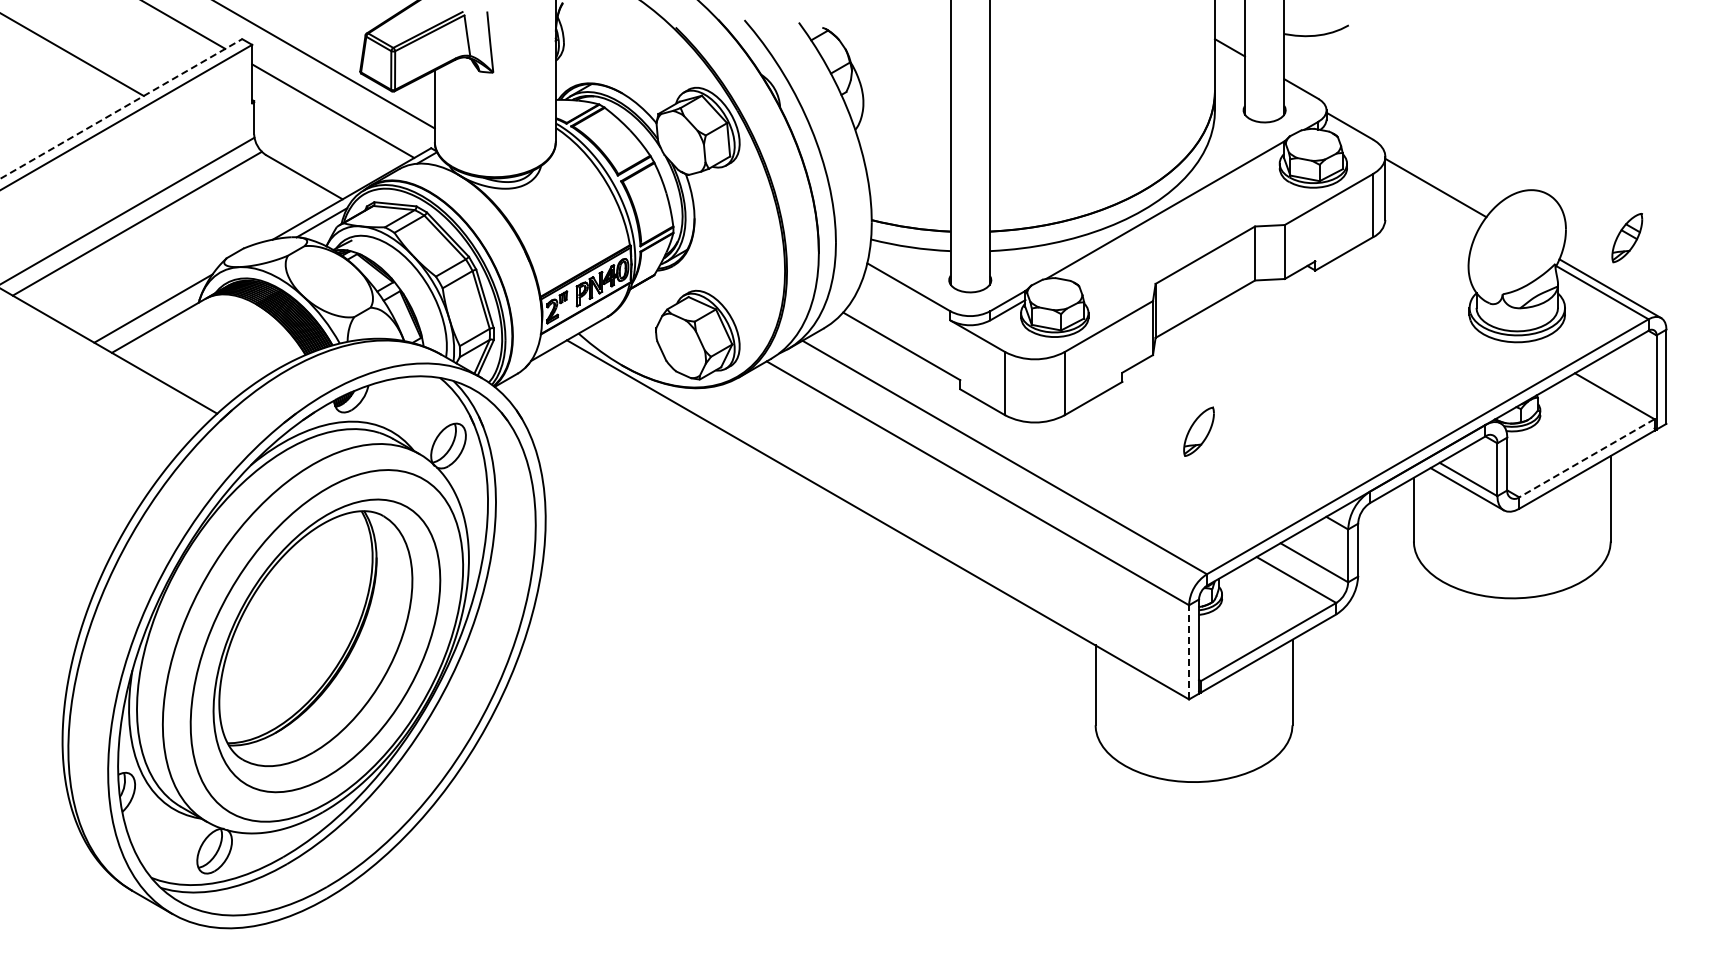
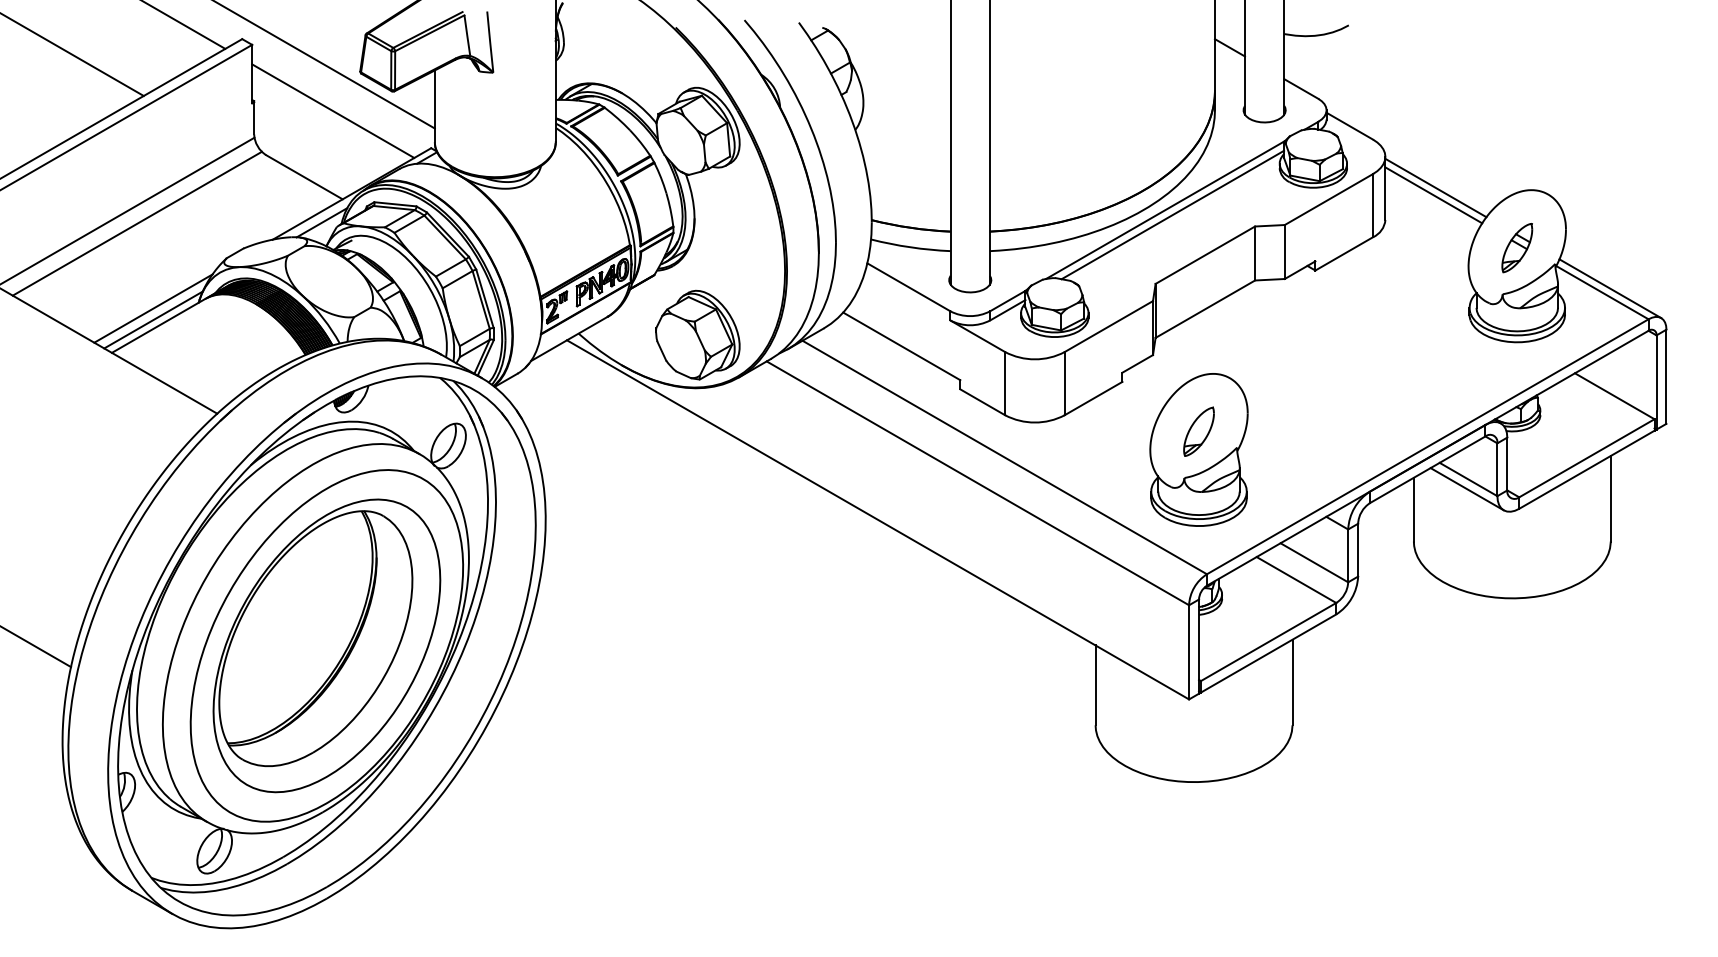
line at (121, 108): dashed -> solid
line at (1433, 195): none -> present
line at (1172, 214): none -> present
part at (1627, 238) position: (1627, 238) -> (1517, 248)
line at (153, 319): none -> present
part at (1198, 449): none -> present
line at (1586, 458): dashed -> solid
line at (36, 647): none -> present
line at (1189, 651): dashed -> solid
